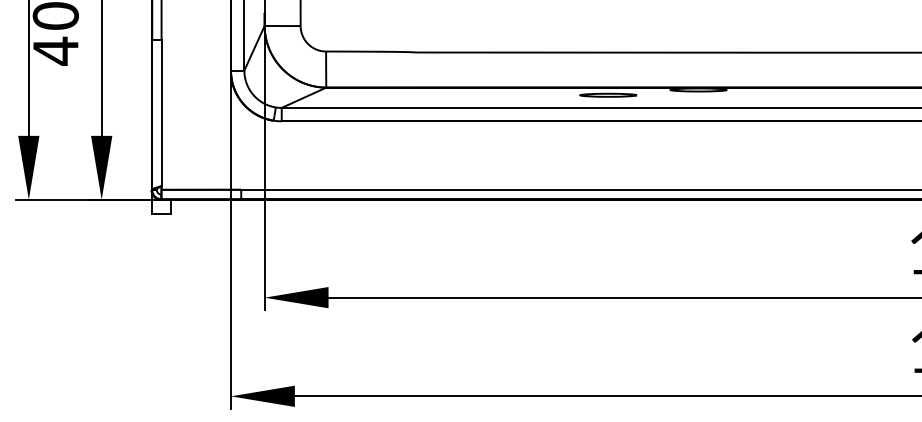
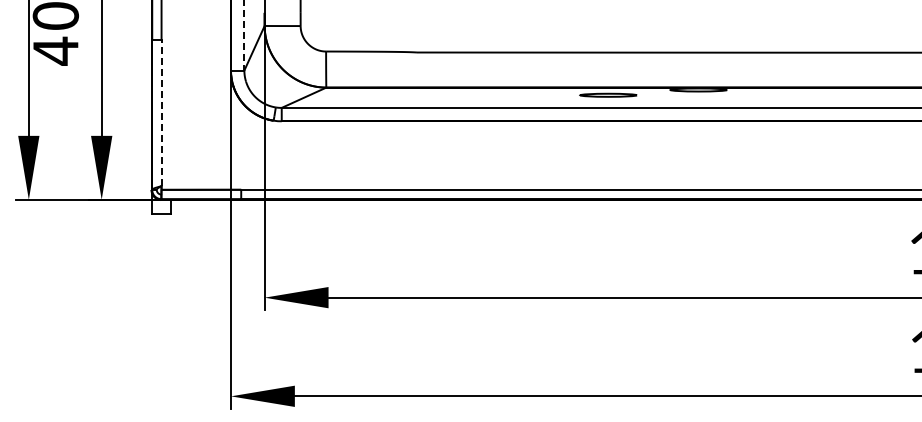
line at (244, 35): solid -> dashed
line at (161, 112): solid -> dashed
